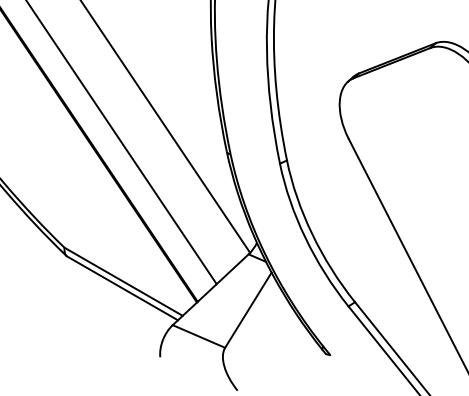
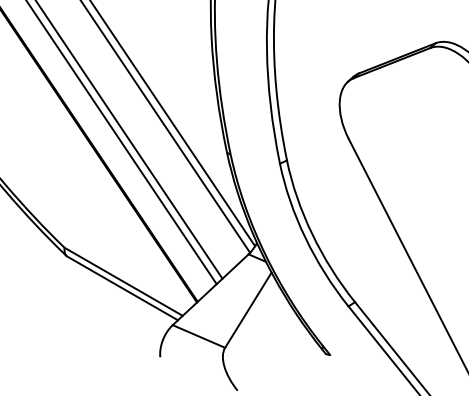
line at (173, 124): none -> present
line at (129, 140): none -> present
